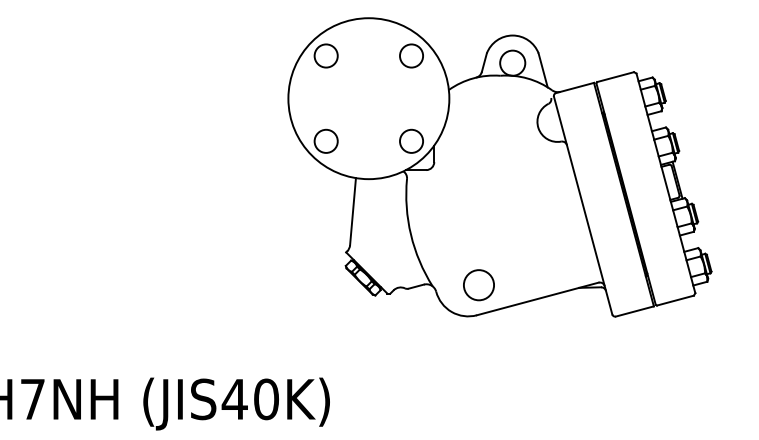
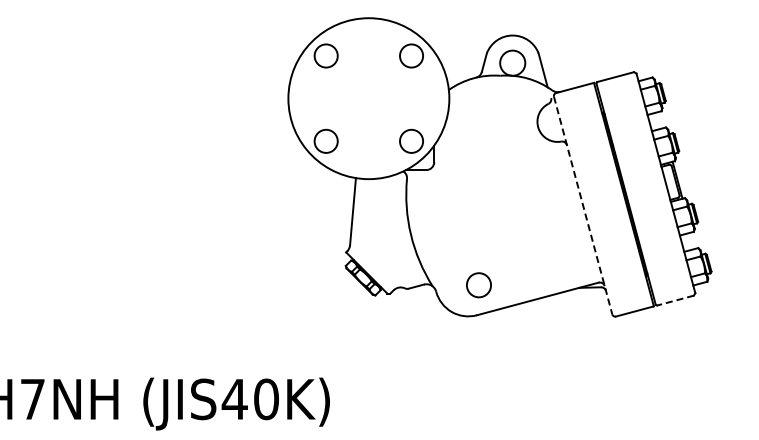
line at (583, 205): solid -> dashed
circle at (478, 285) size: 32x33 px -> 26x27 px
line at (674, 300): solid -> dashed
